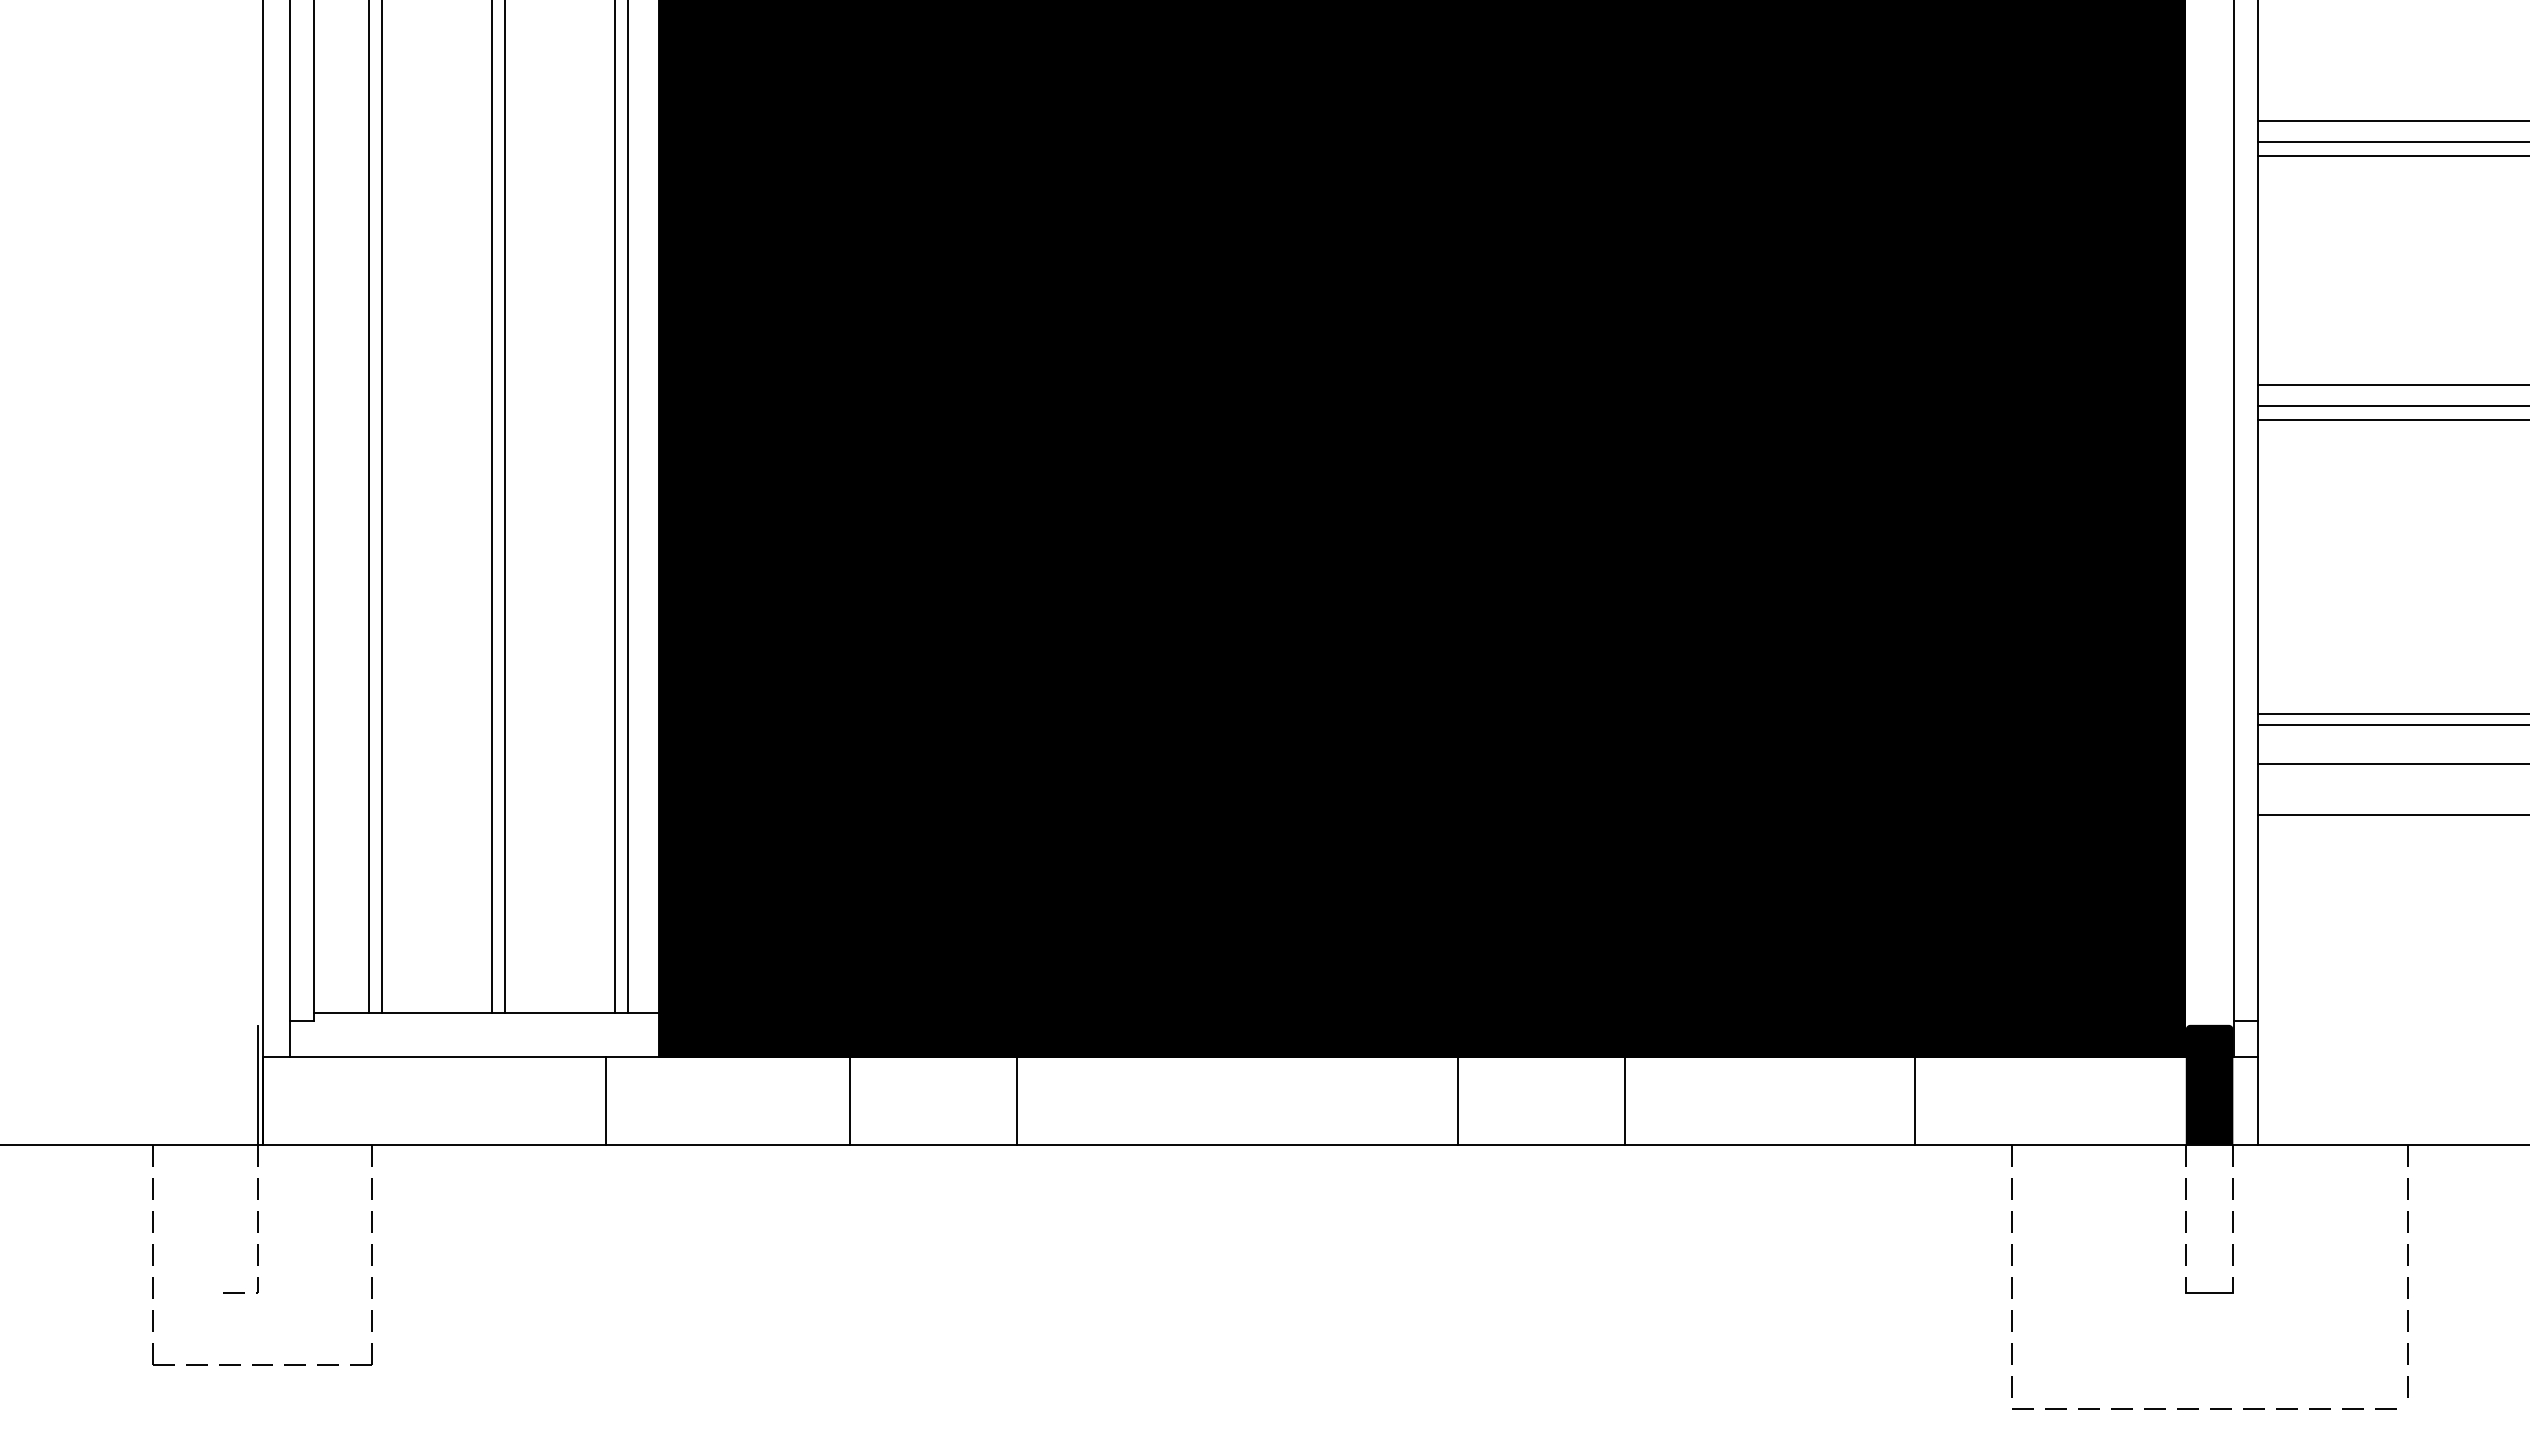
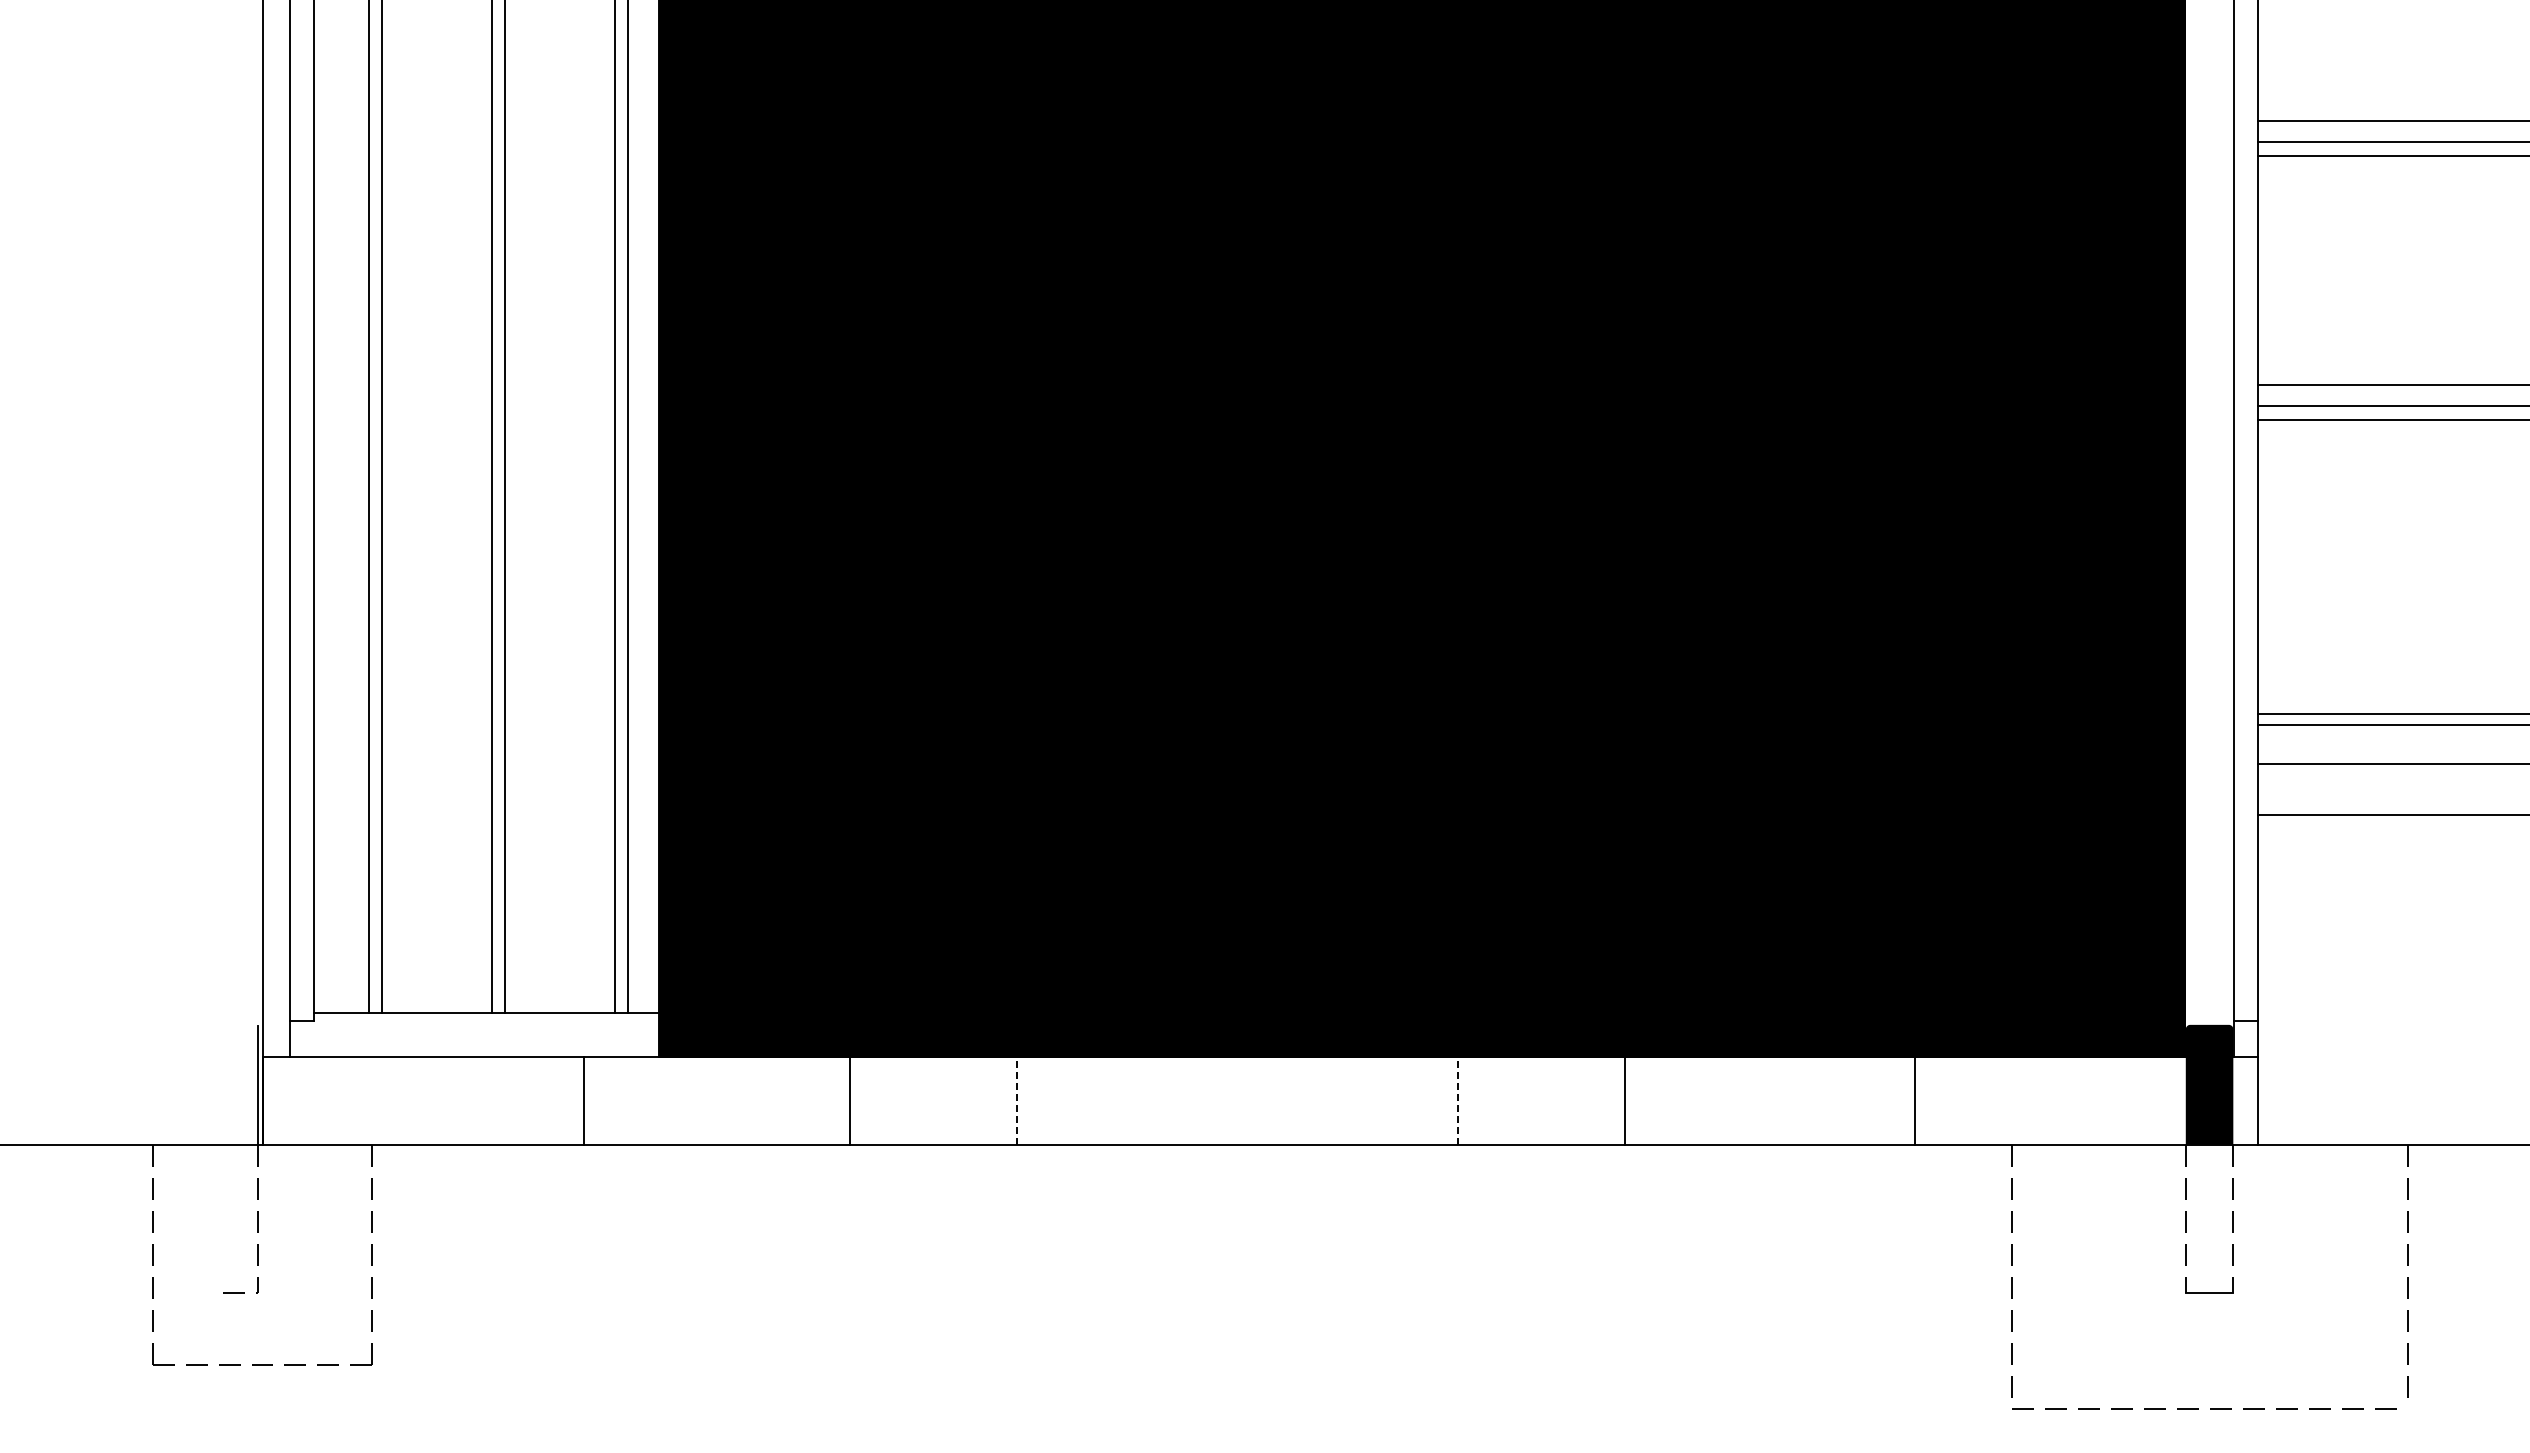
line at (605, 1101) position: (605, 1101) -> (583, 1101)
line at (1016, 1101): solid -> dashed
line at (1457, 1101): solid -> dashed
